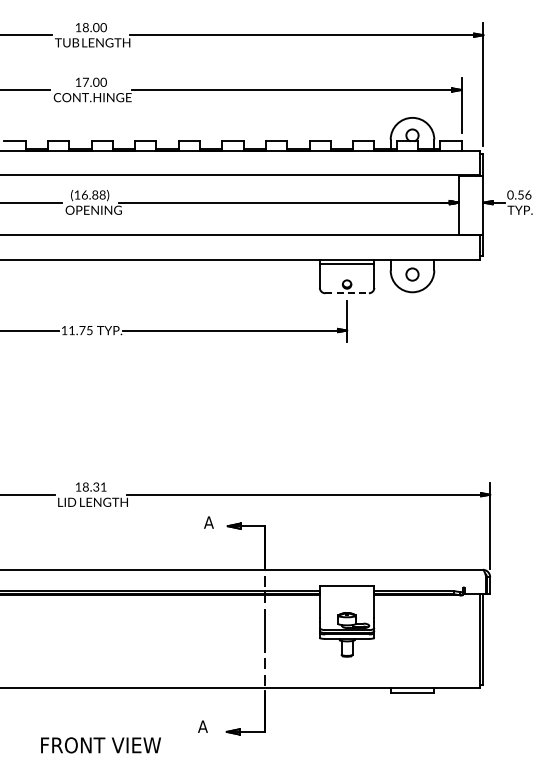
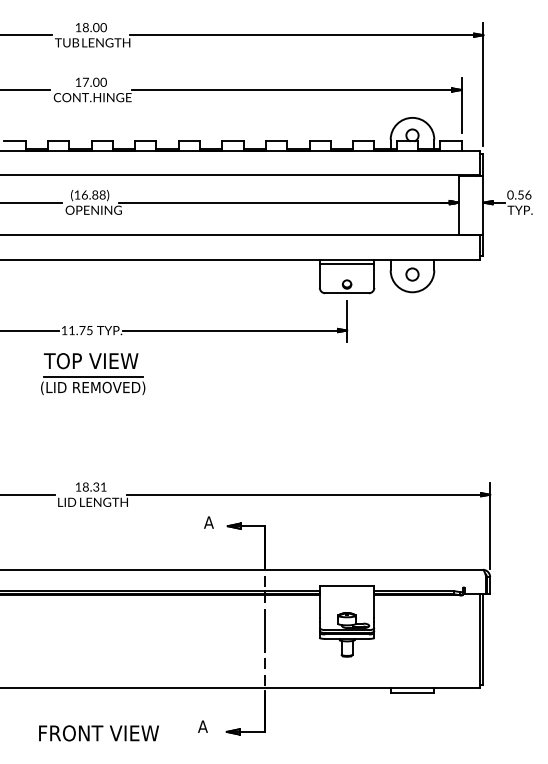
line at (347, 293): dashed -> solid
part at (93, 373): none -> present
text at (100, 745) position: (100, 745) -> (98, 733)
